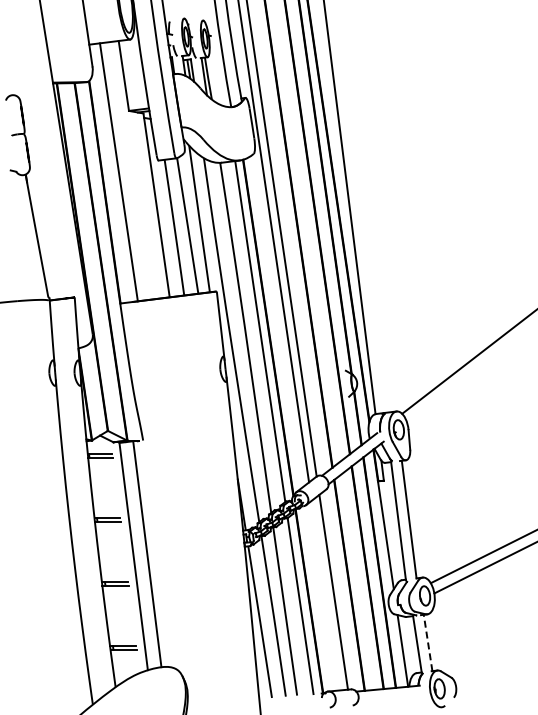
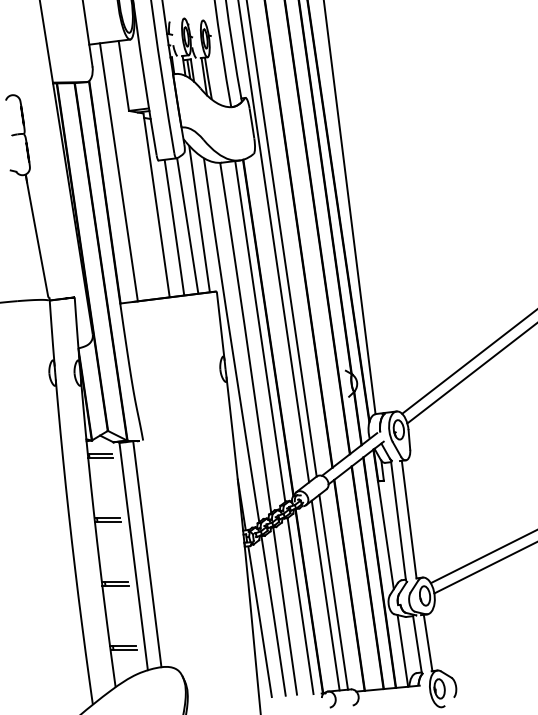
line at (470, 374): none -> present
line at (325, 595): none -> present
line at (428, 642): dashed -> solid
